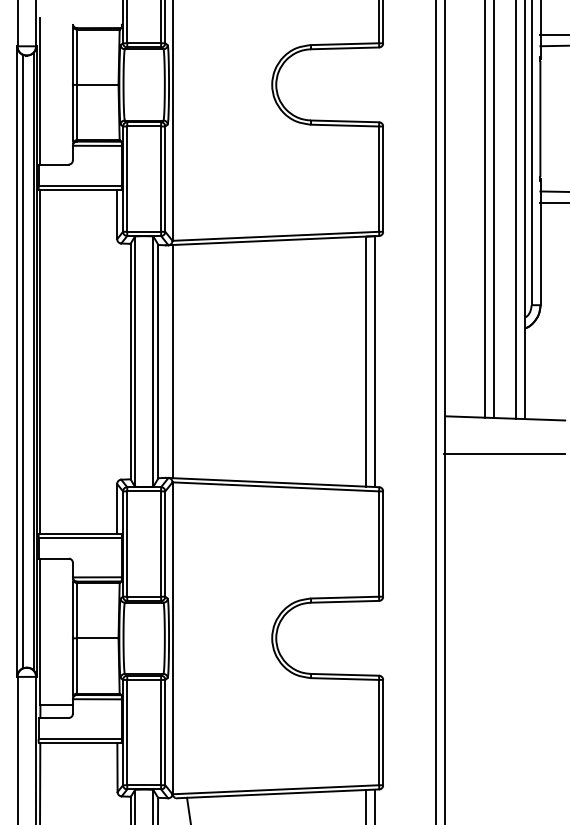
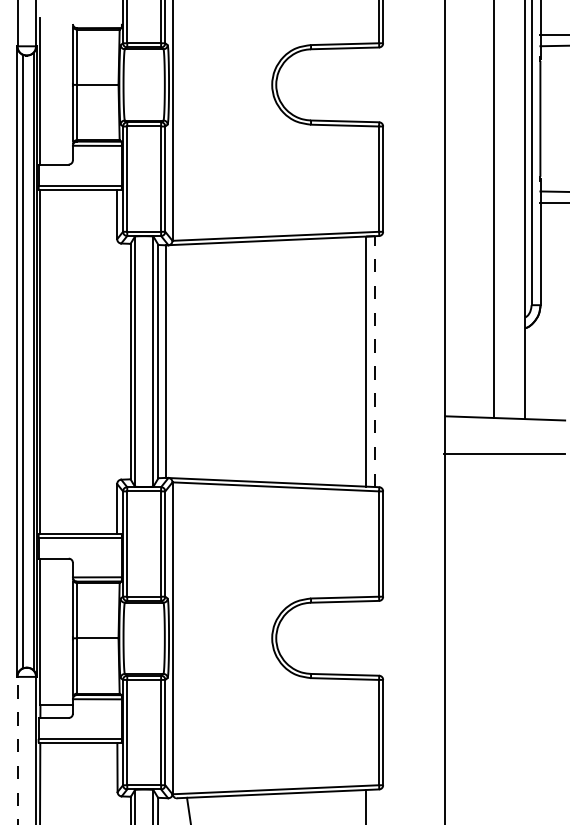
line at (485, 209): present -> none
line at (516, 210): present -> none
line at (173, 361) position: (173, 361) -> (166, 361)
line at (375, 361): solid -> dashed
line at (436, 411): present -> none
line at (17, 750): solid -> dashed
line at (375, 805): present -> none
